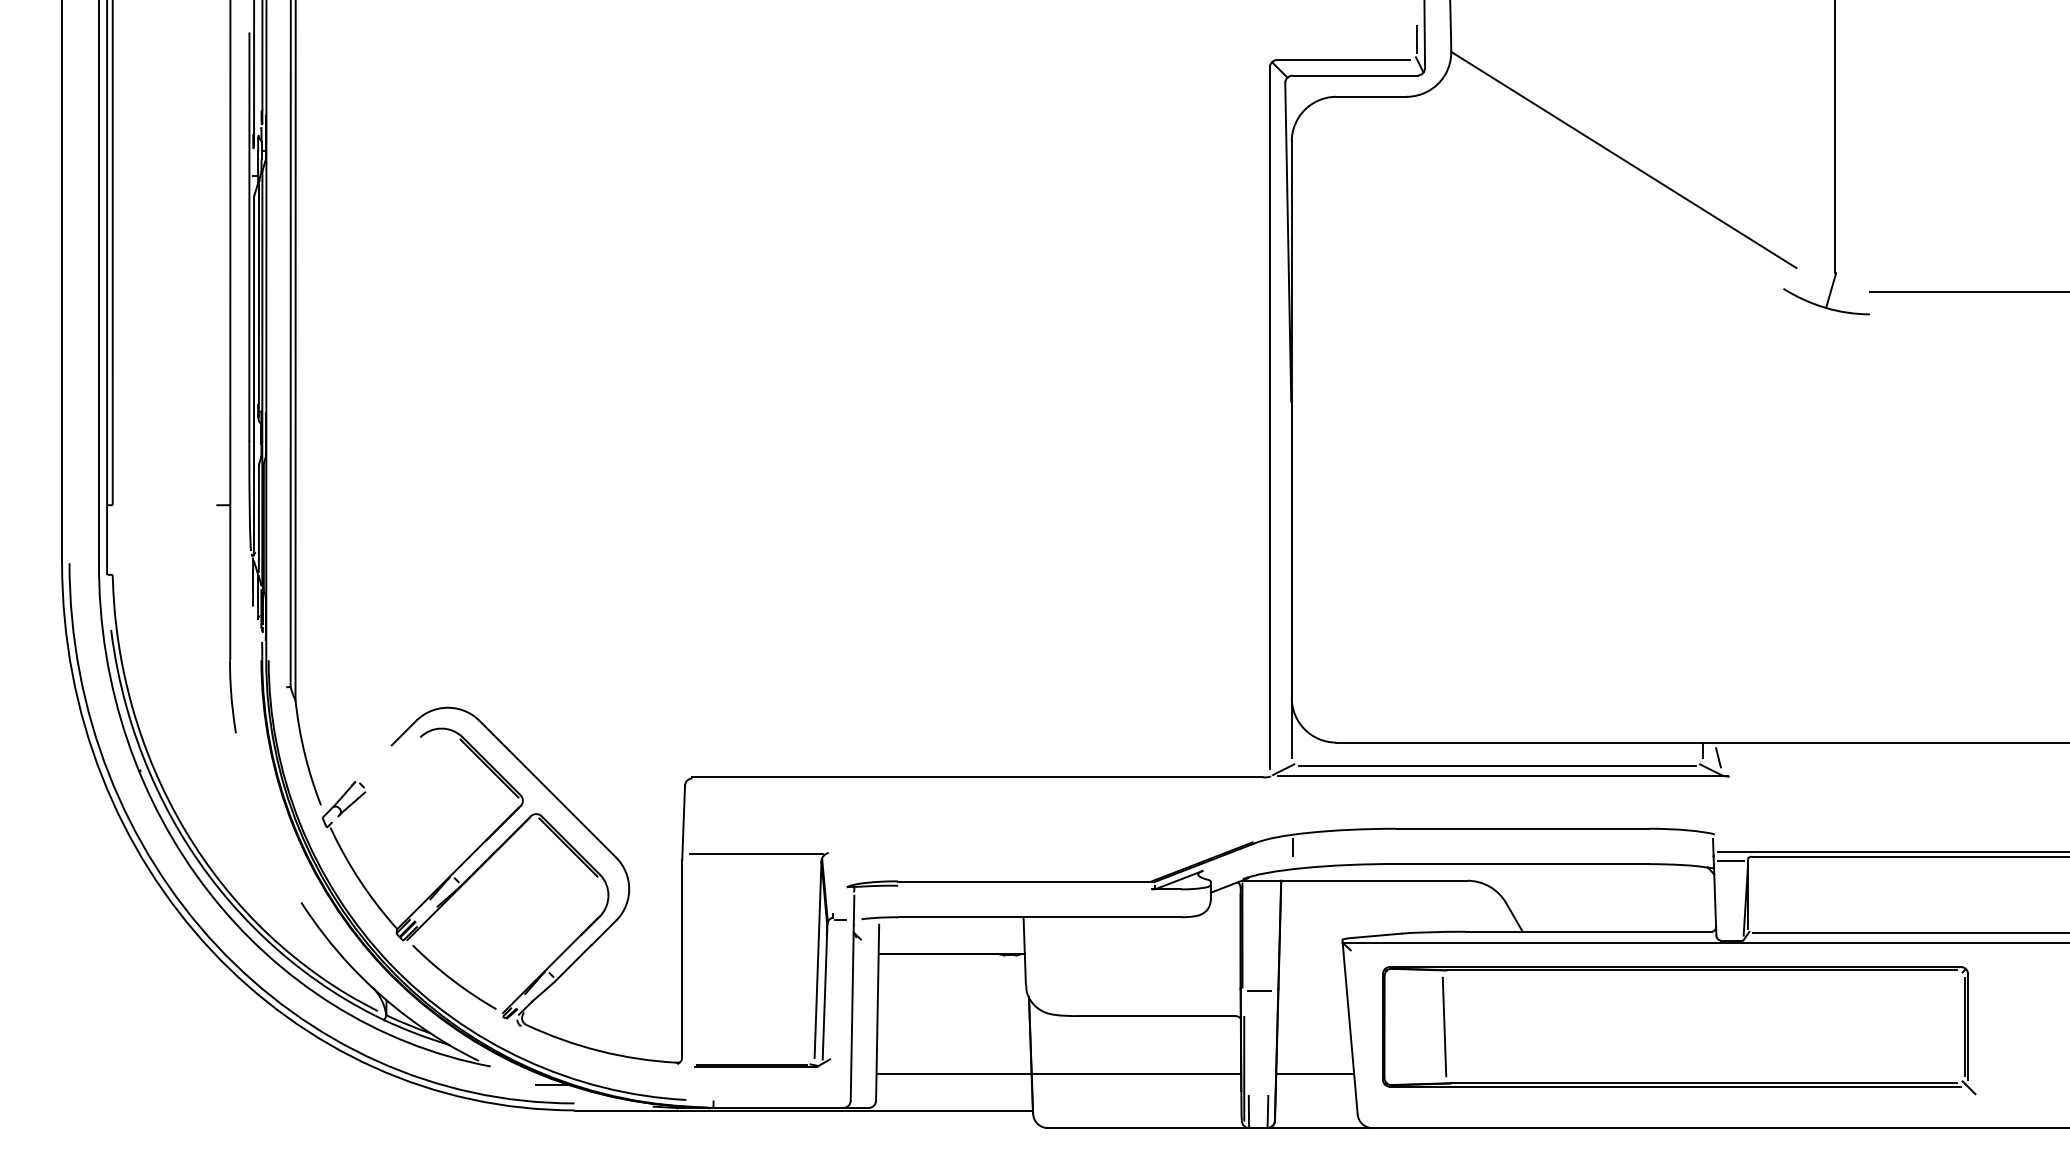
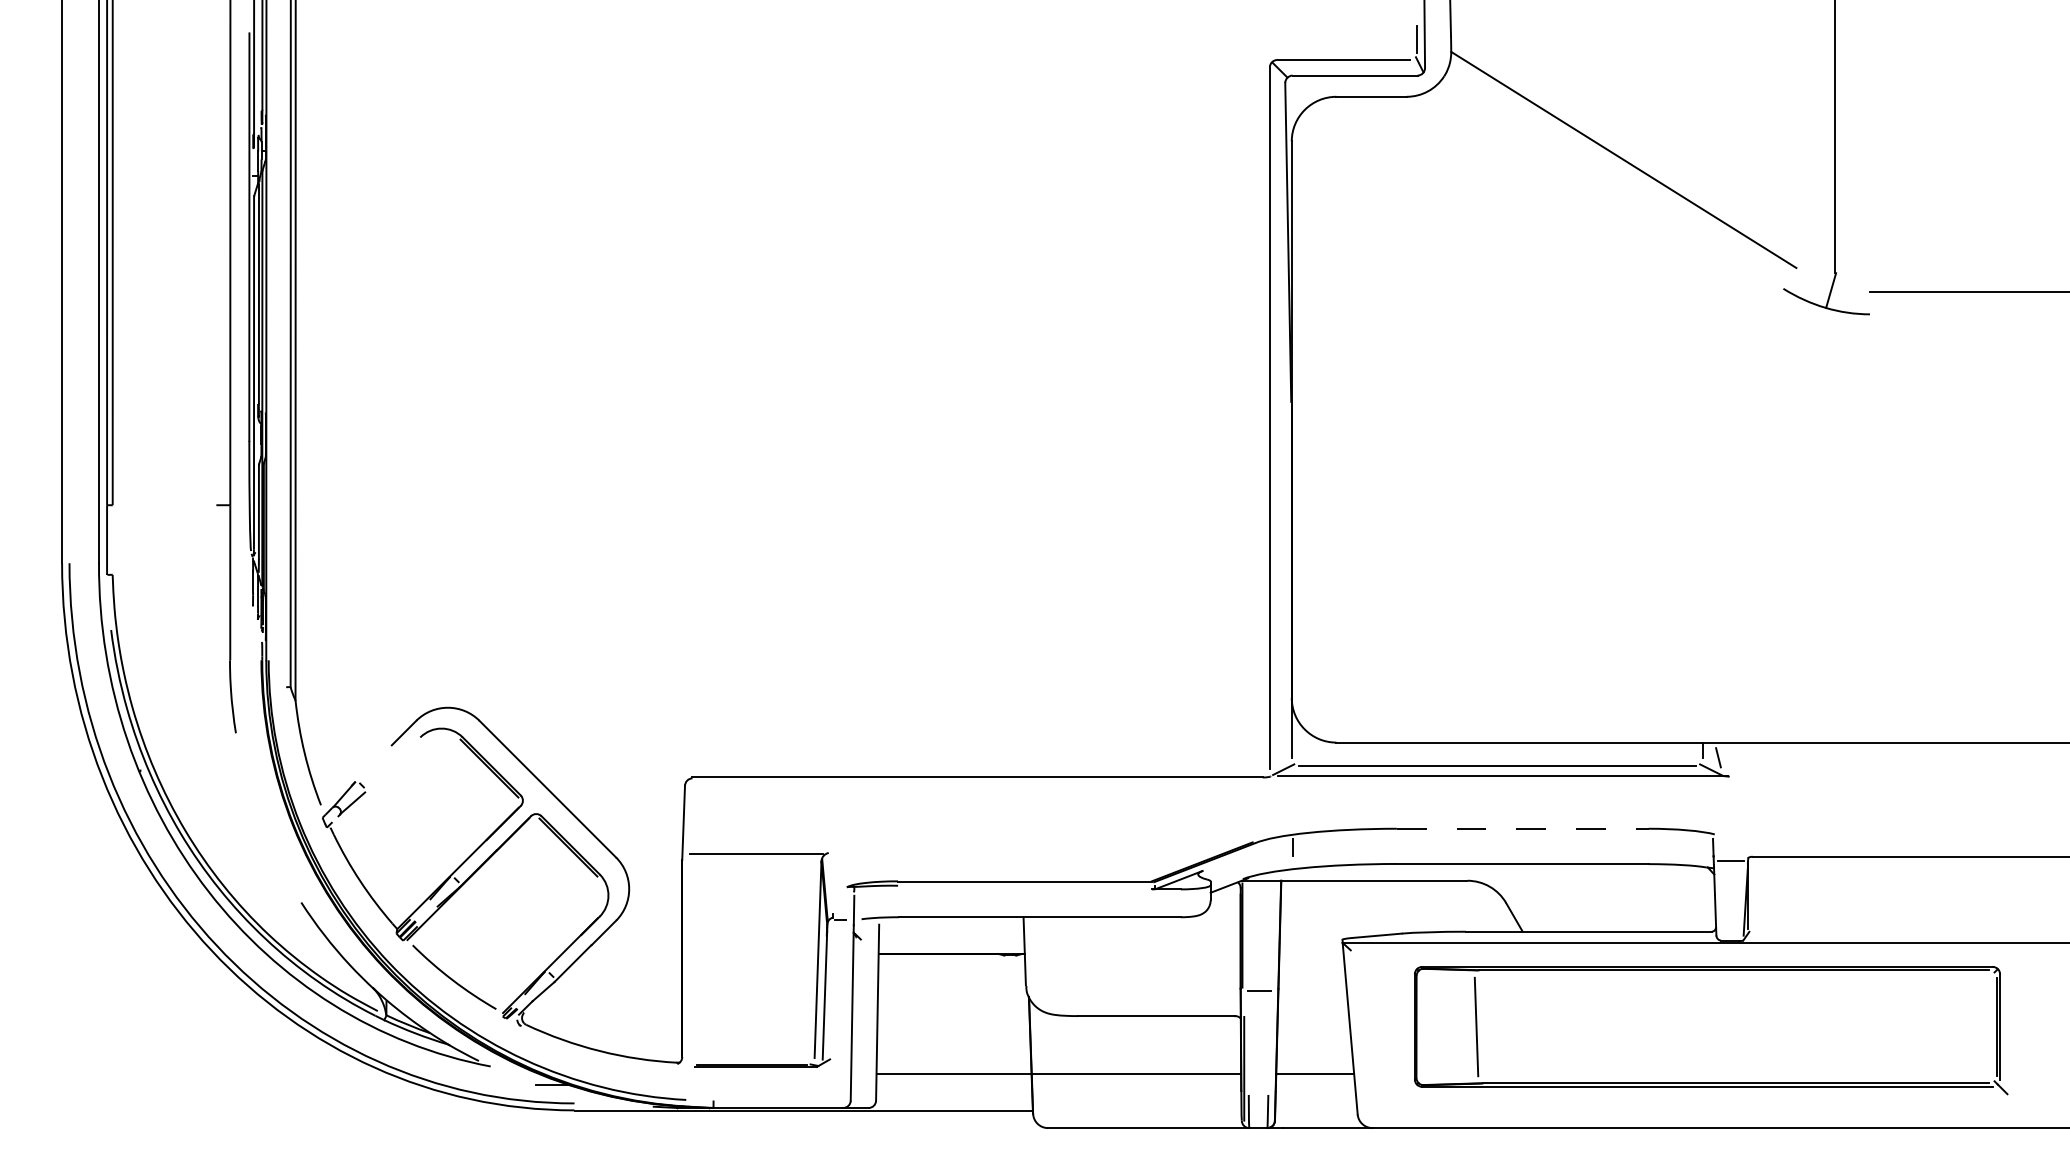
line at (1522, 828): solid -> dashed
line at (1892, 851): present -> none
line at (1909, 933): present -> none
part at (1679, 1082) position: (1679, 1082) -> (1711, 1082)
